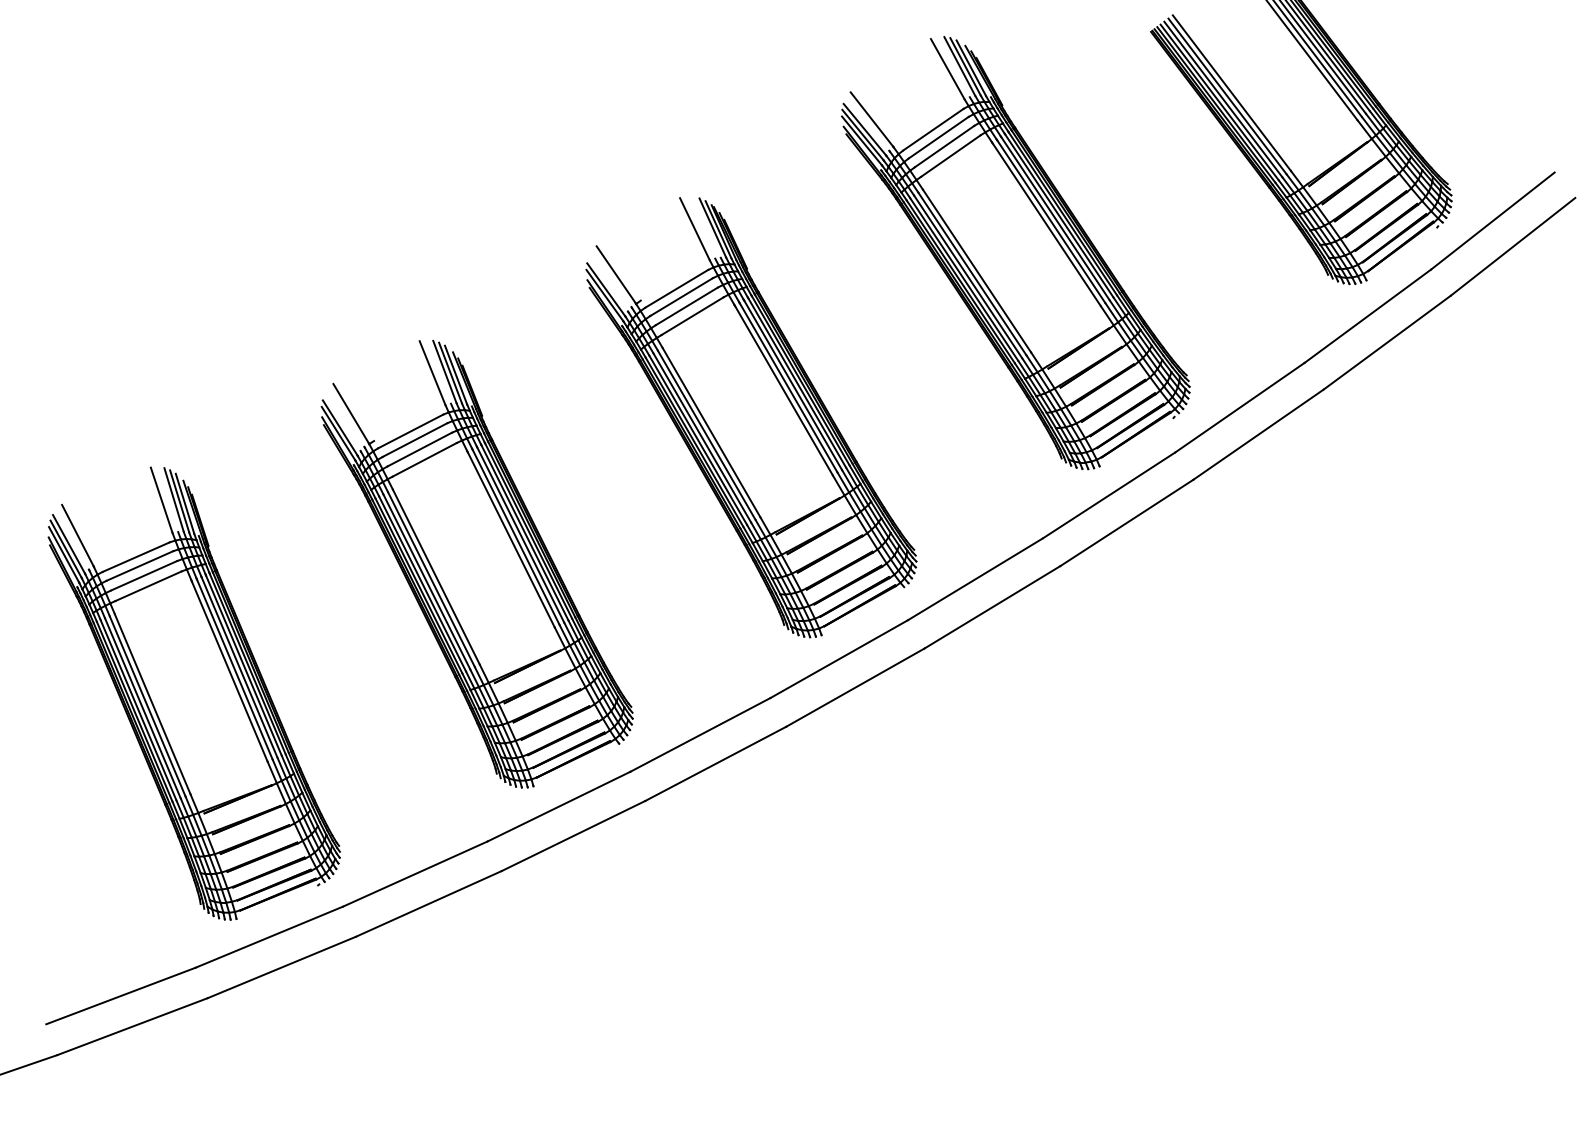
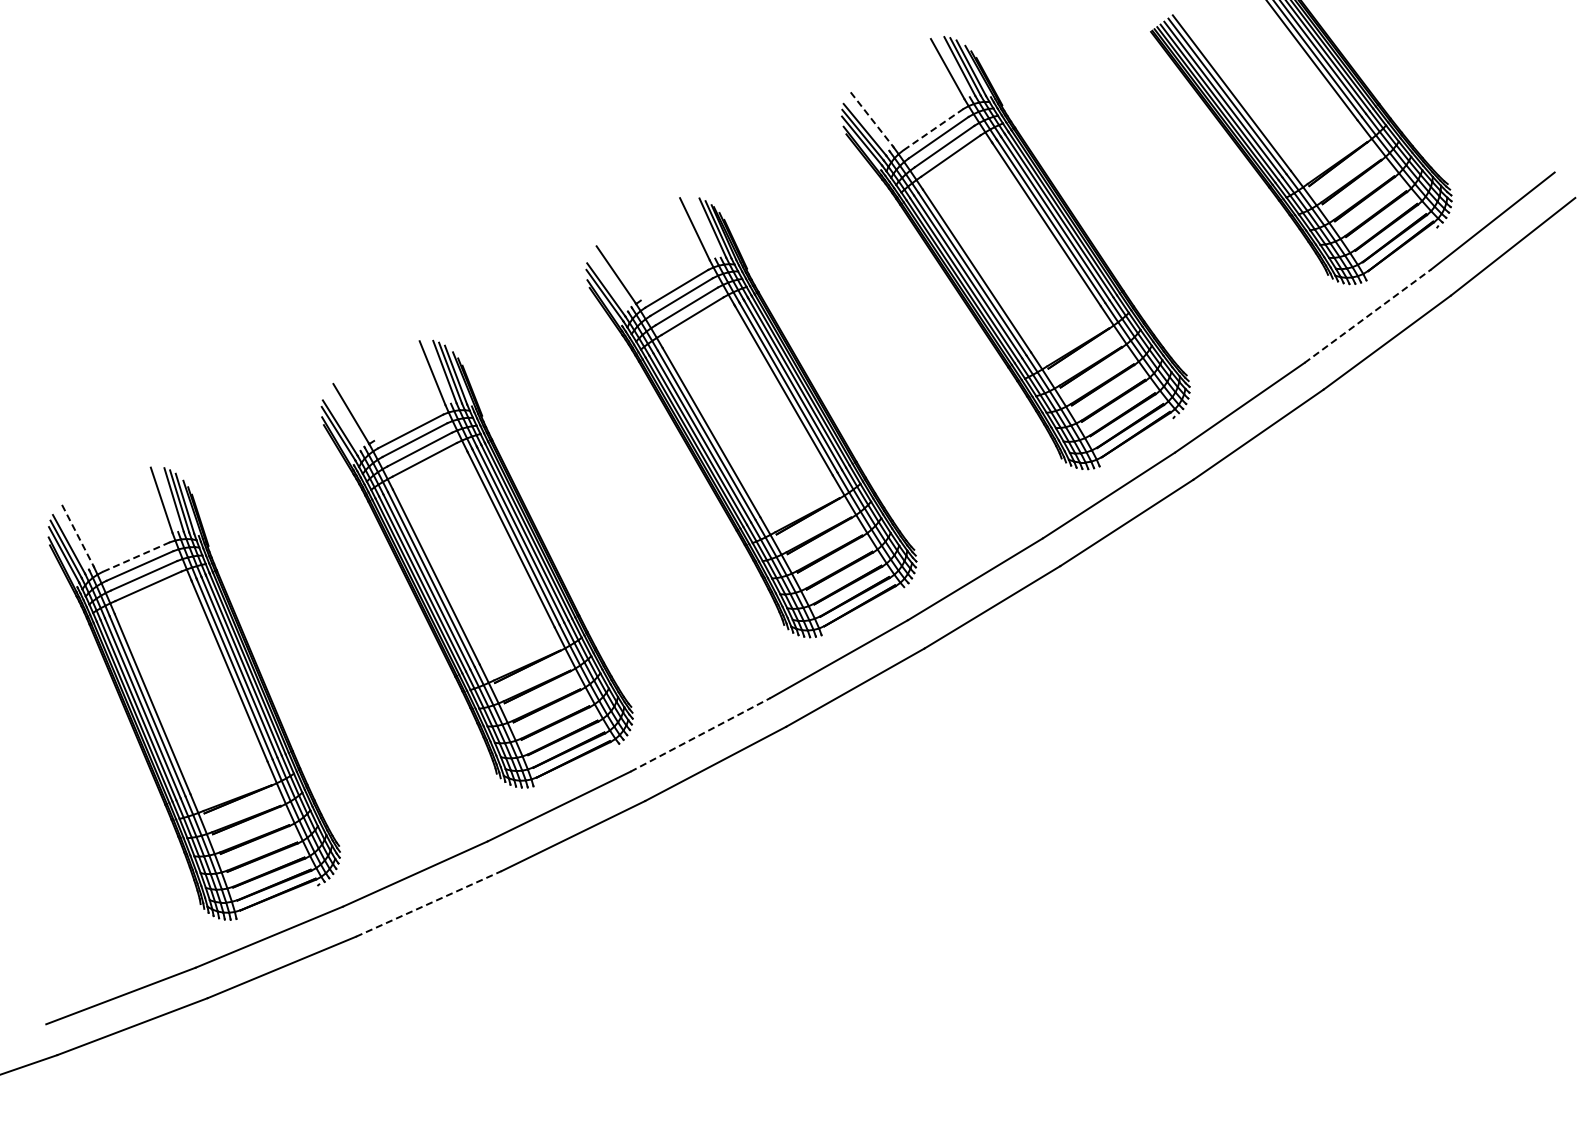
line at (872, 119): solid -> dashed
line at (933, 129): solid -> dashed
line at (1367, 316): solid -> dashed
line at (78, 535): solid -> dashed
line at (136, 557): solid -> dashed
line at (700, 734): solid -> dashed
line at (428, 903): solid -> dashed
